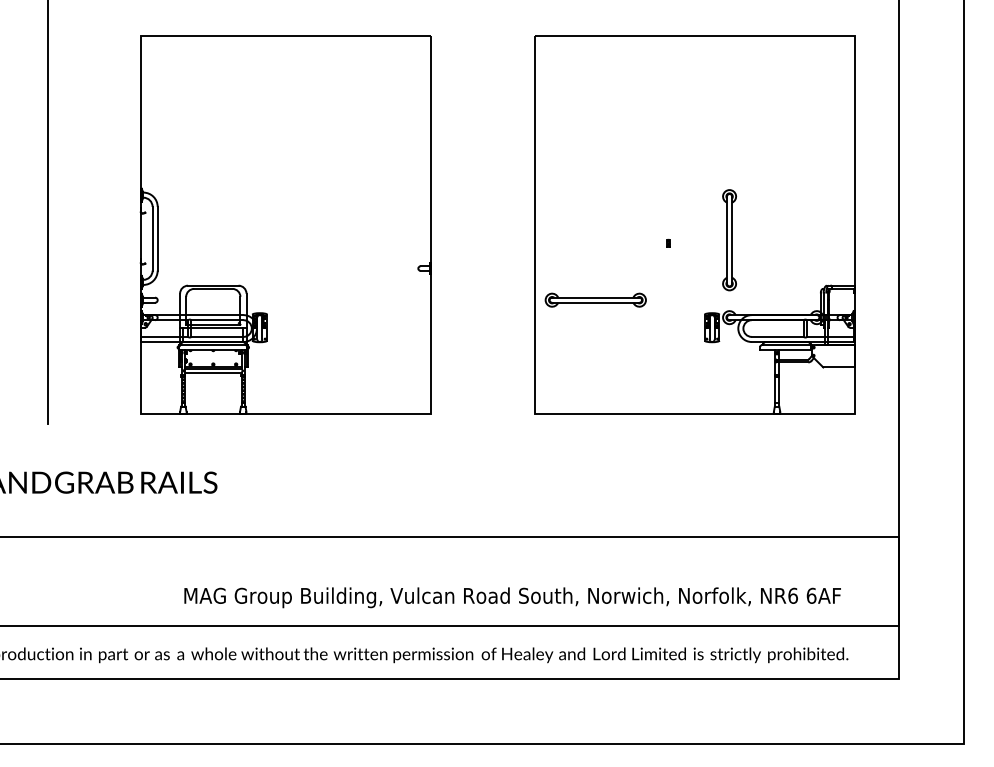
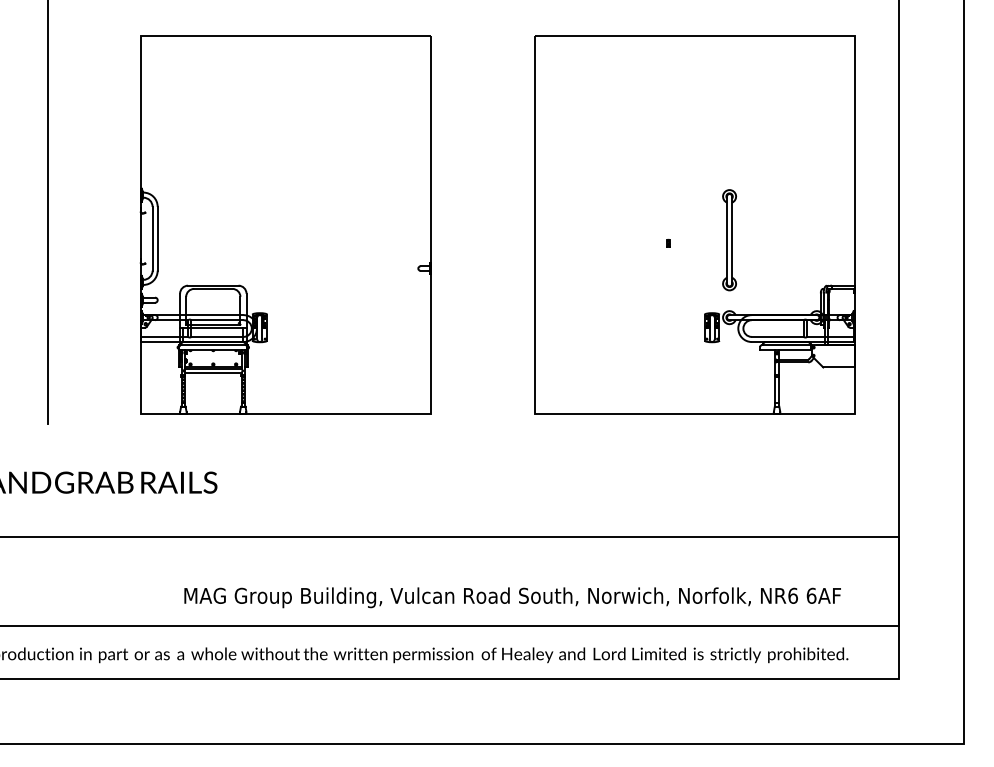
part at (595, 299): present -> none
